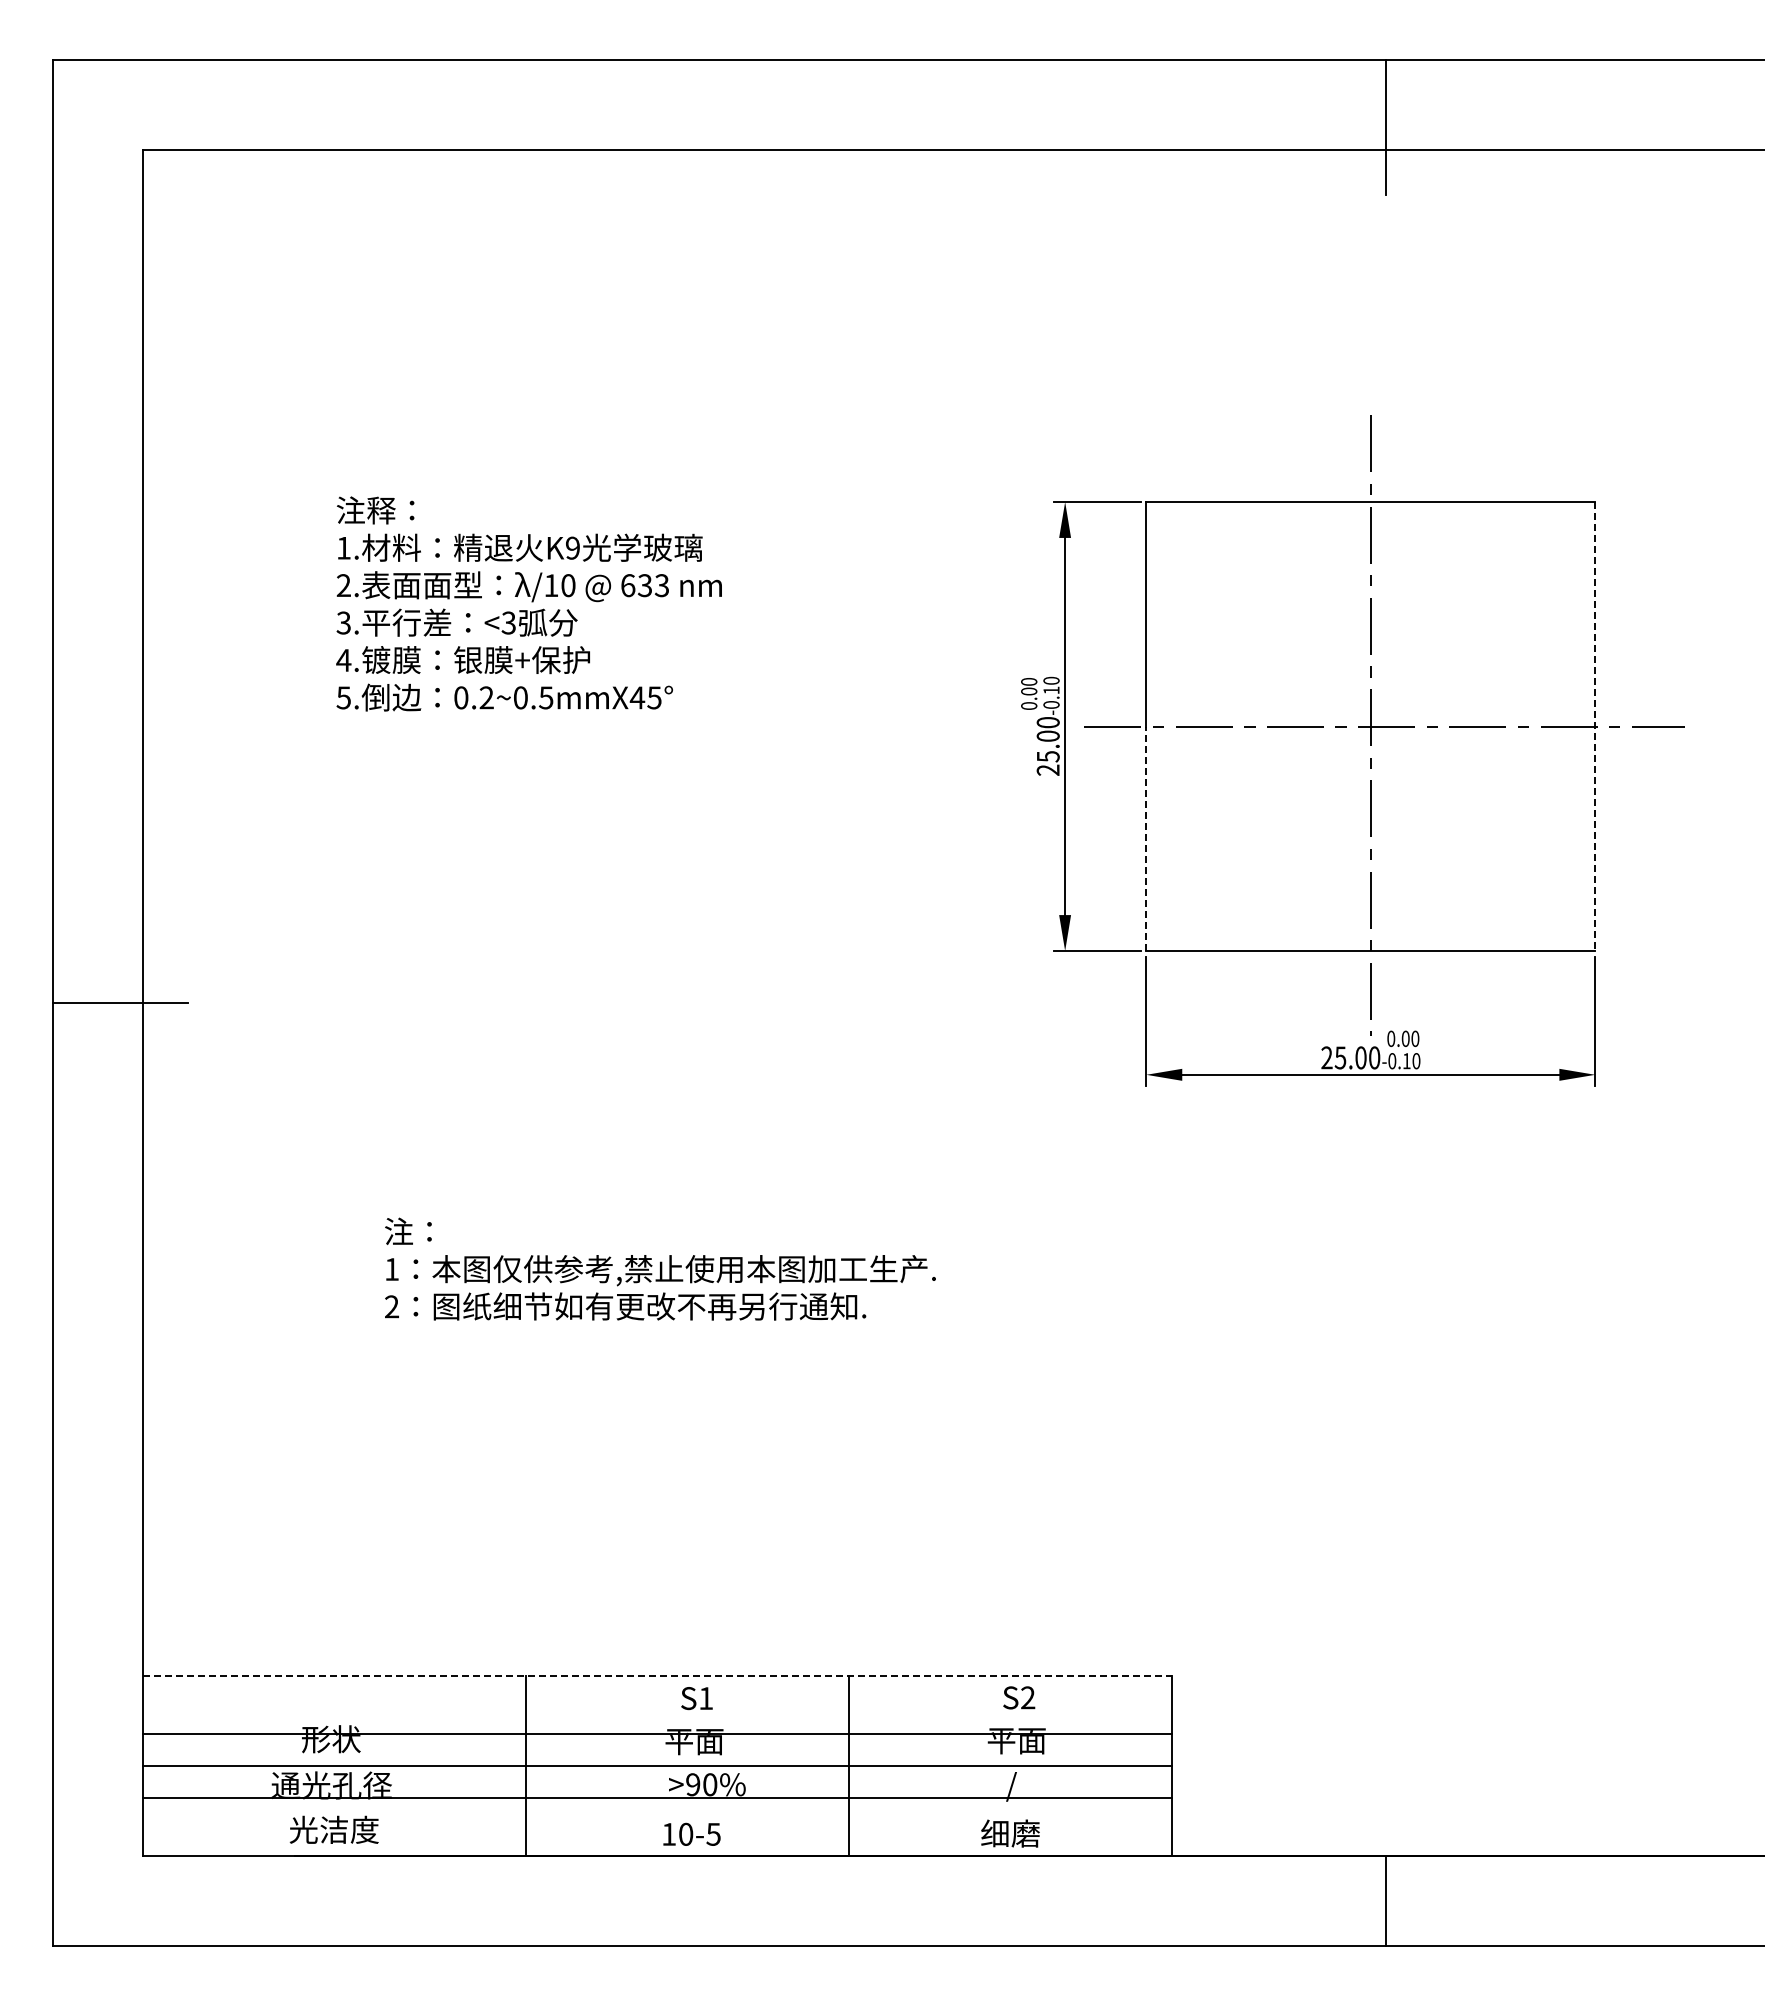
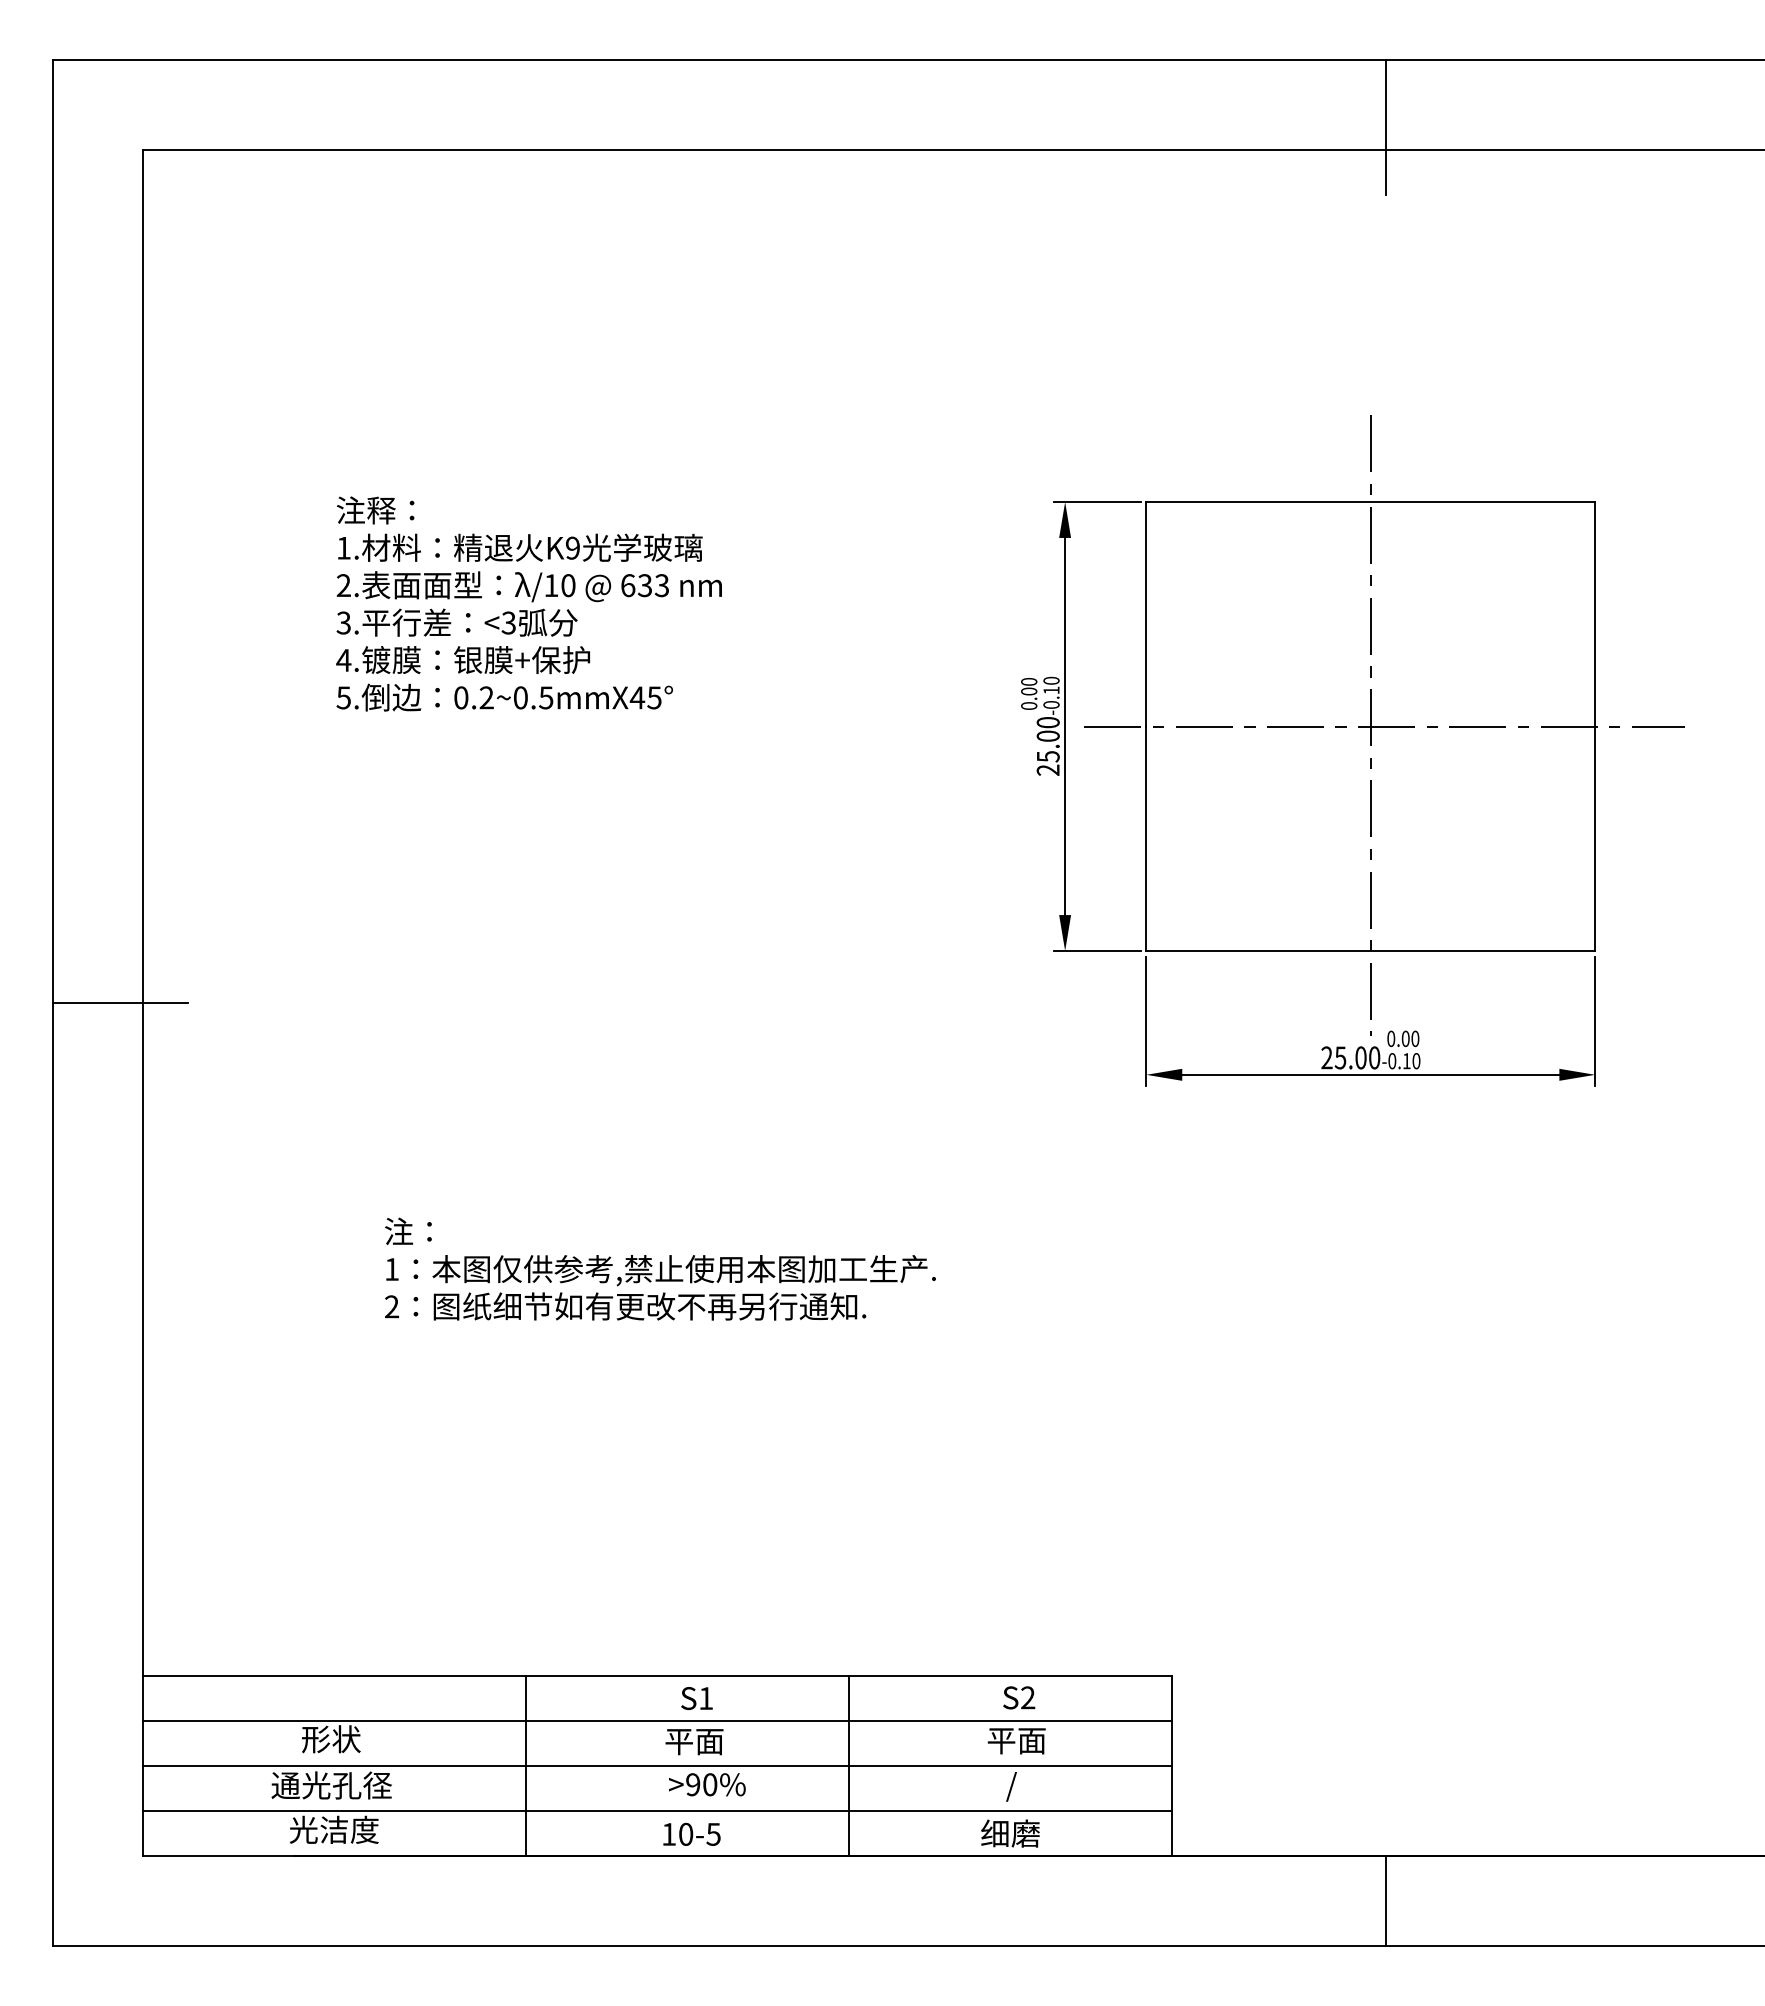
line at (1595, 727): dashed -> solid
line at (1146, 838): dashed -> solid
line at (657, 1676): dashed -> solid
line at (657, 1734) position: (657, 1734) -> (657, 1721)
line at (657, 1798) position: (657, 1798) -> (657, 1811)
